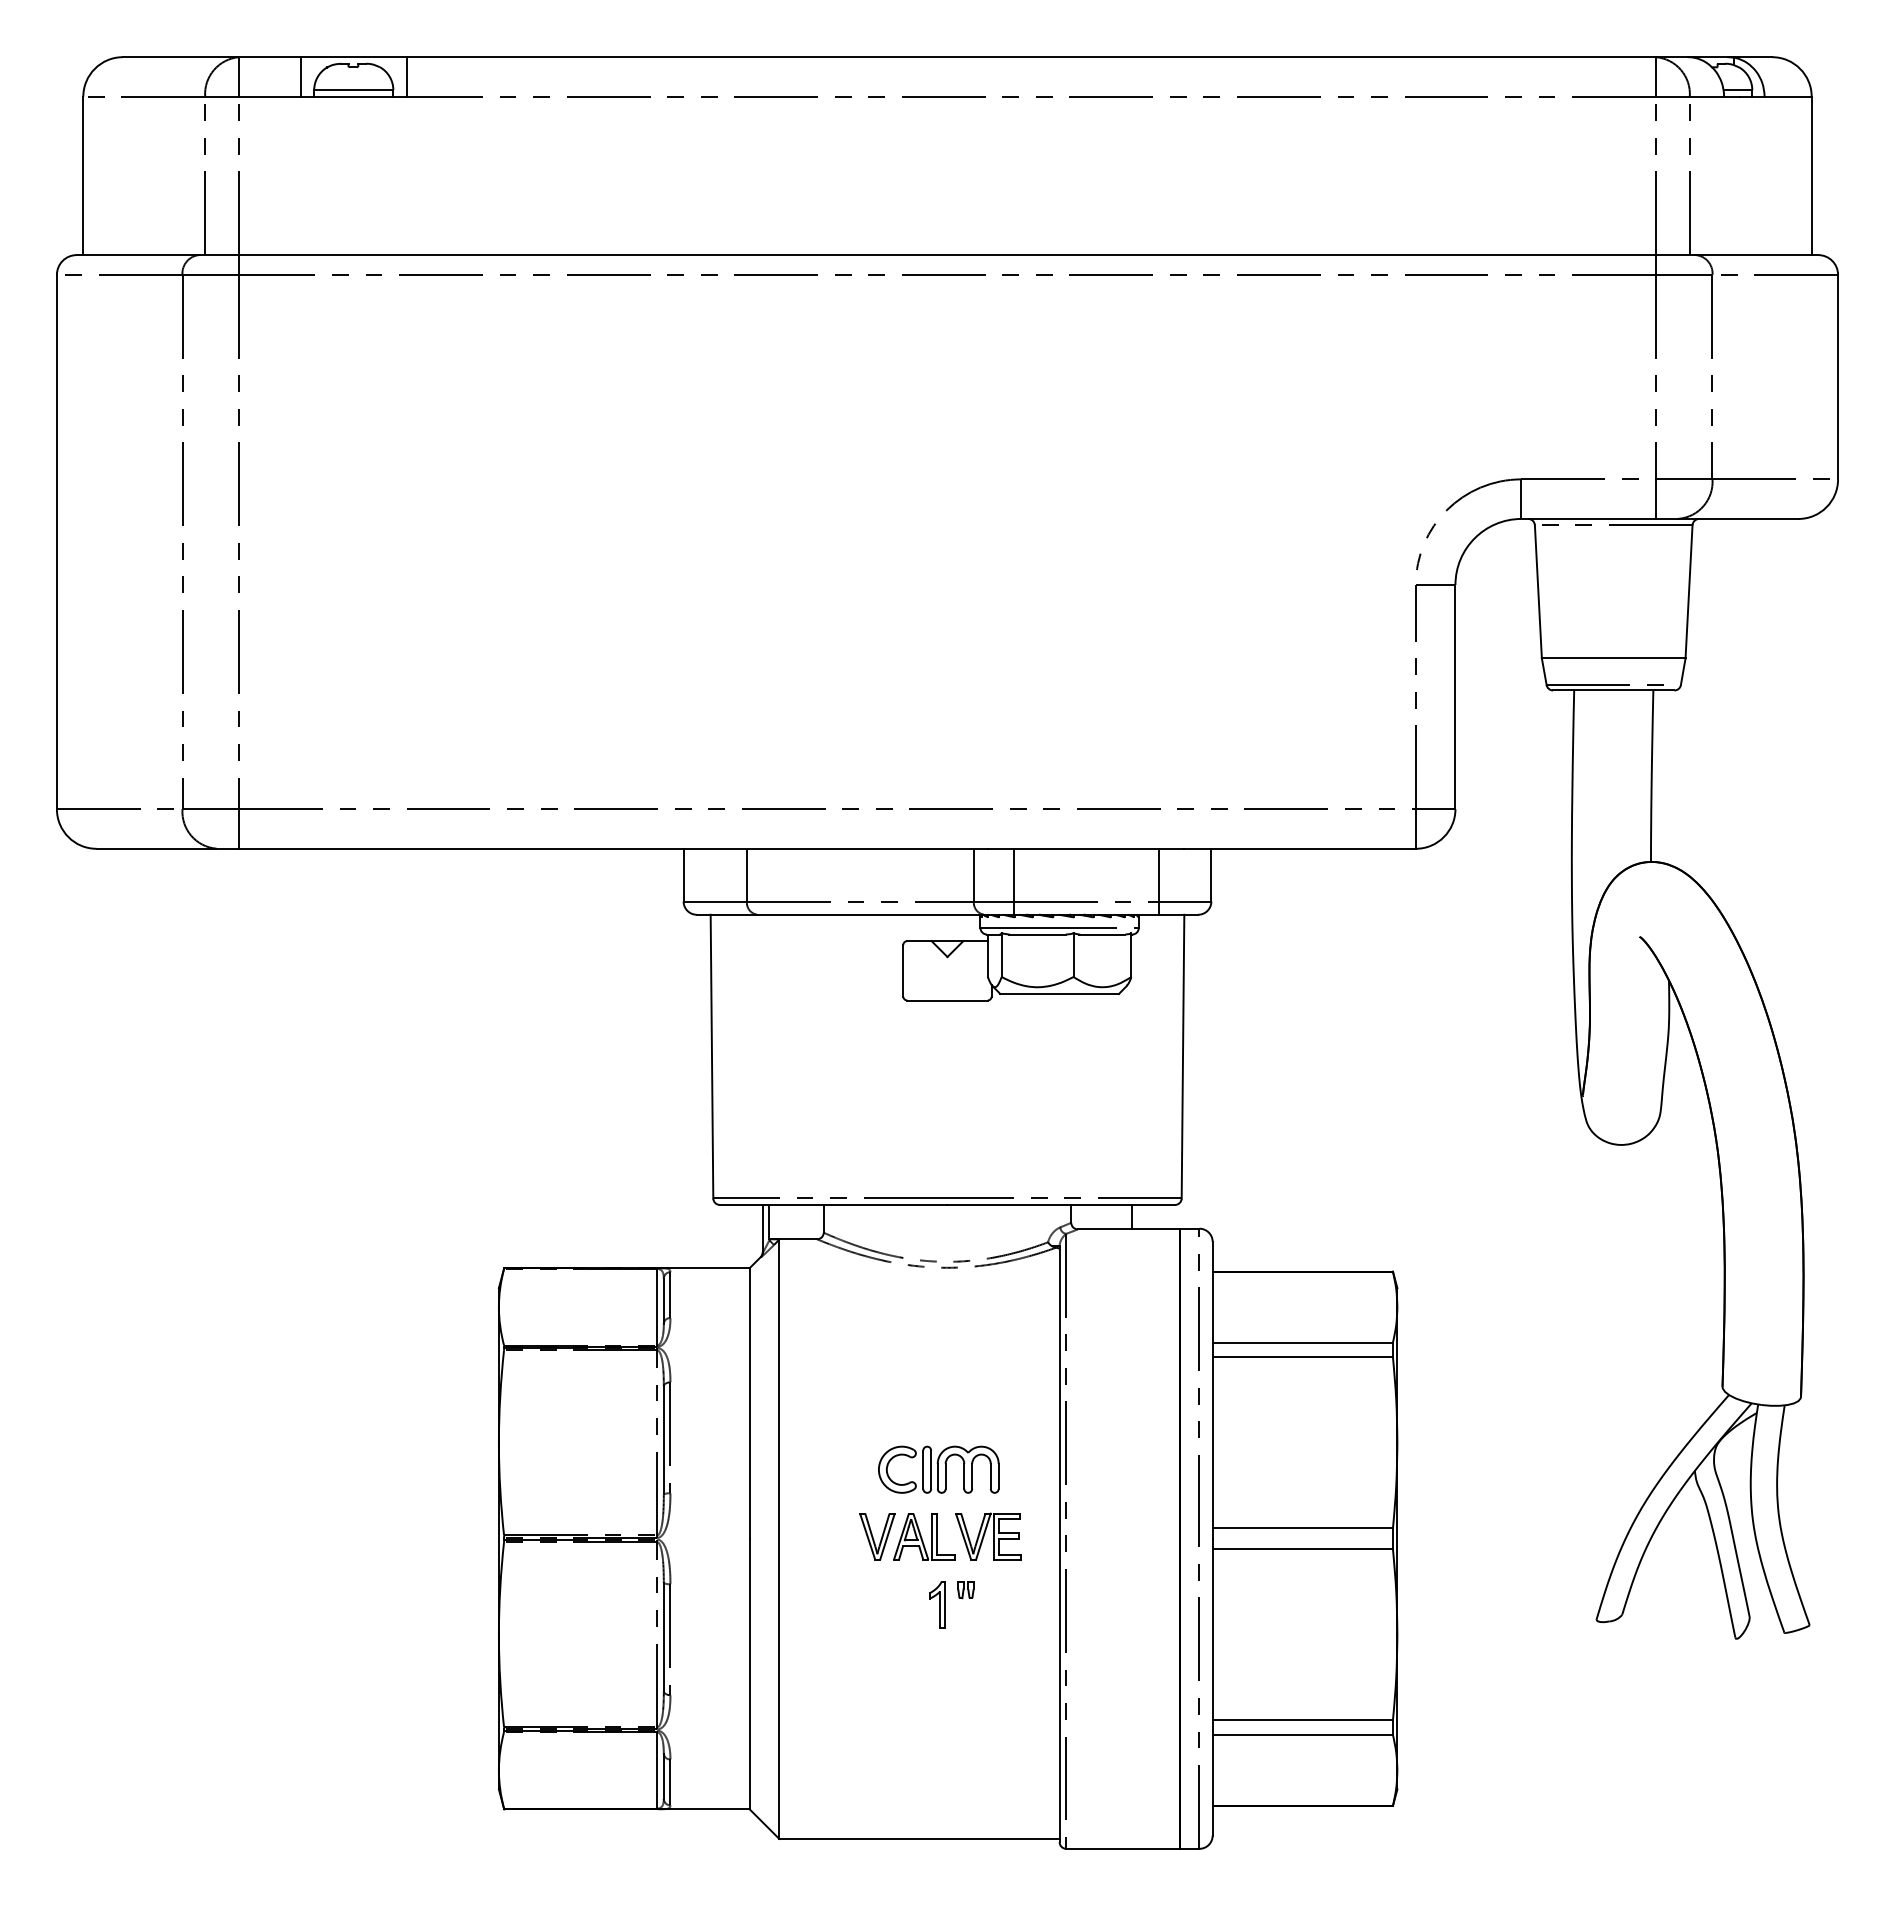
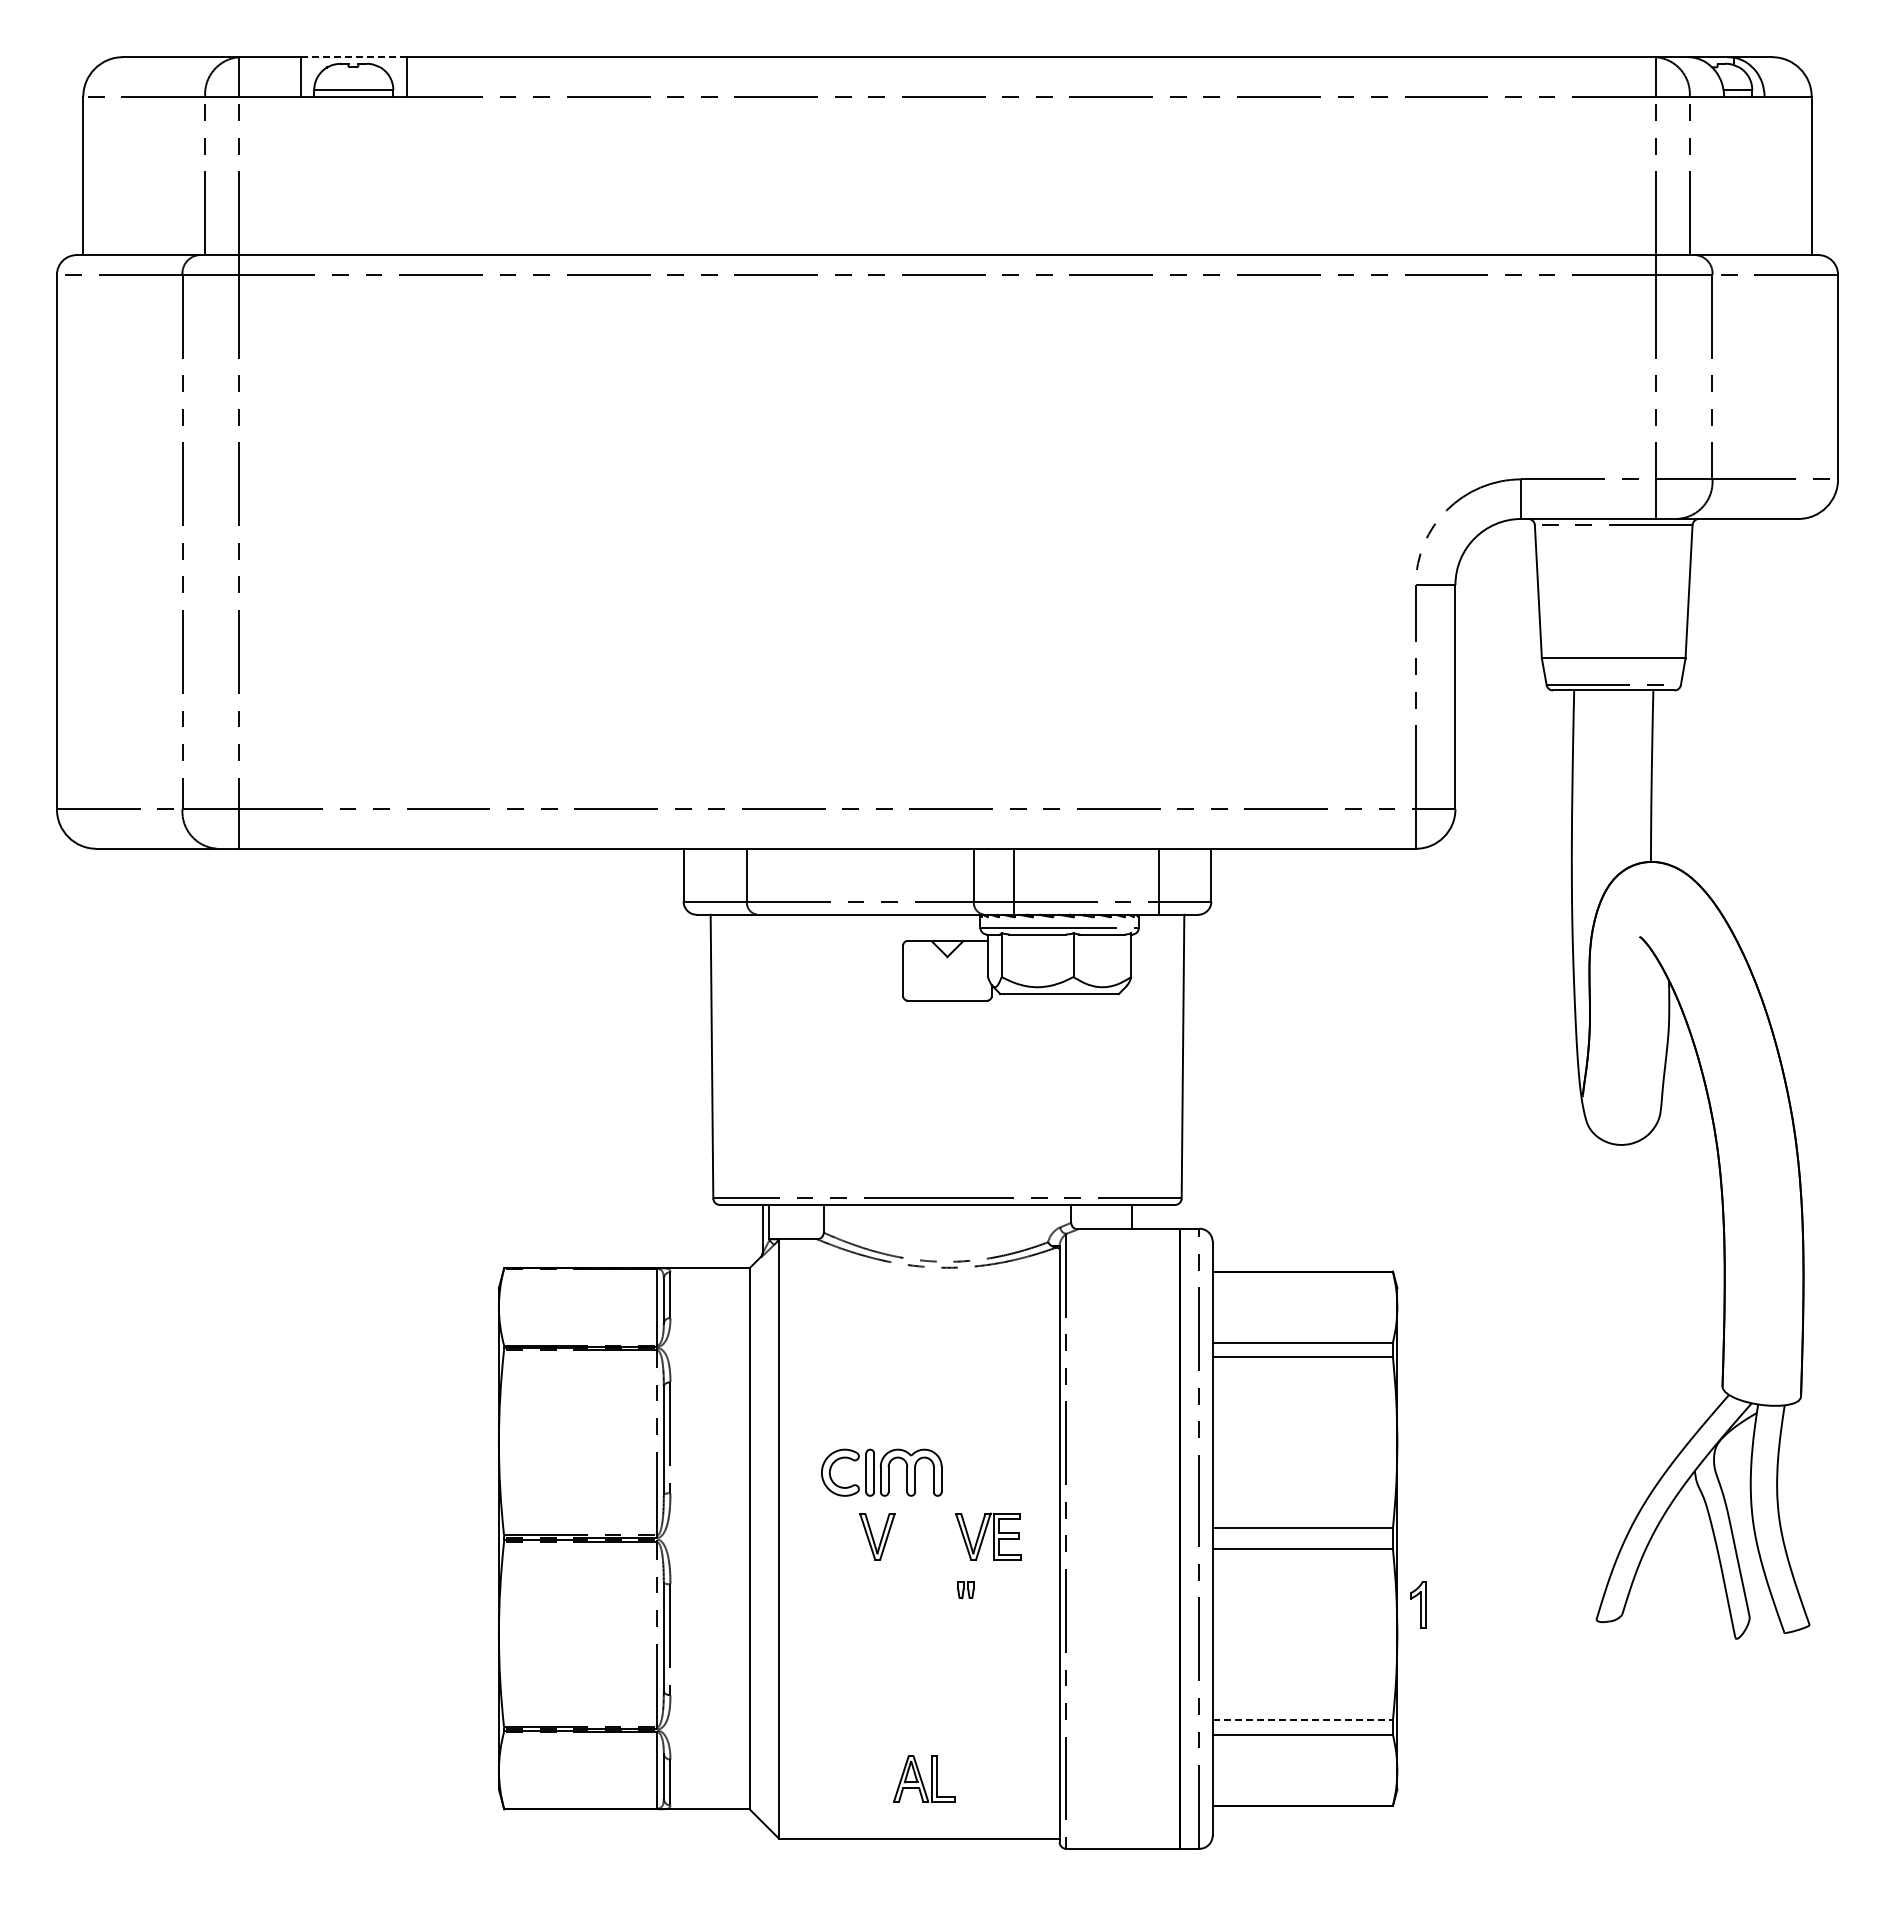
line at (353, 57): solid -> dashed
part at (938, 1469) position: (938, 1469) -> (881, 1472)
part at (924, 1536) position: (924, 1536) -> (924, 1778)
part at (937, 1604) position: (937, 1604) -> (1418, 1604)
line at (1303, 1720): solid -> dashed
